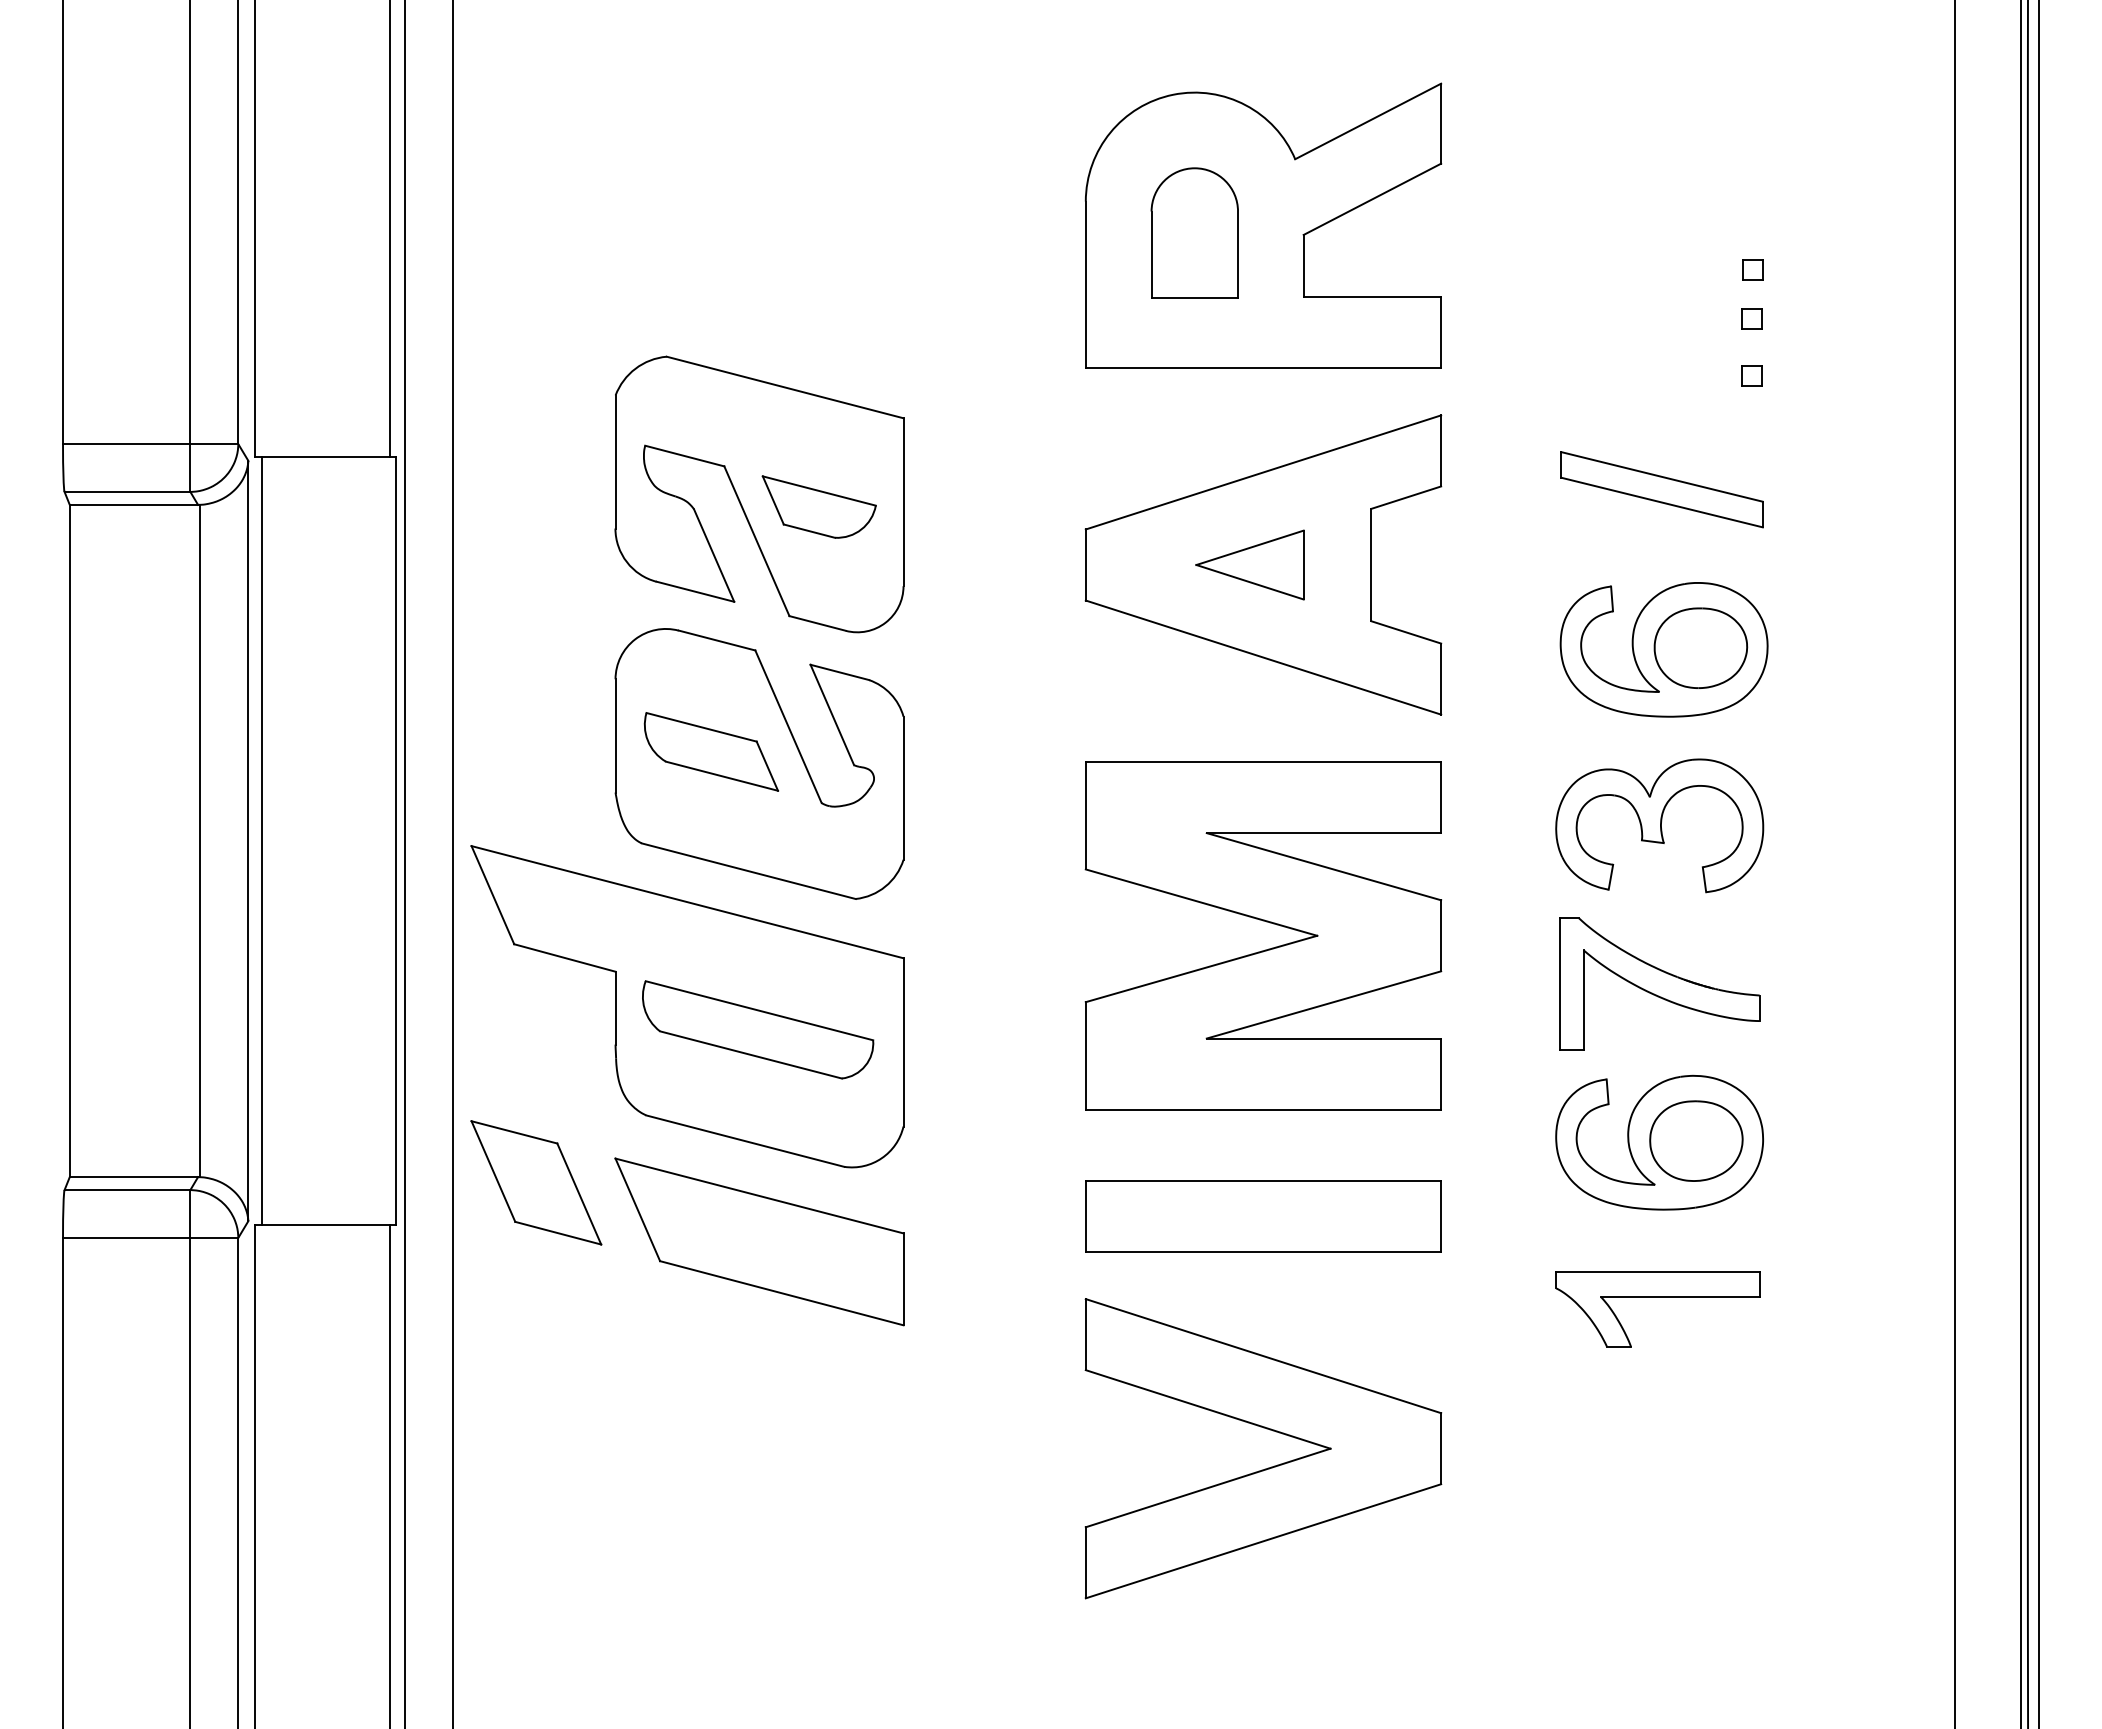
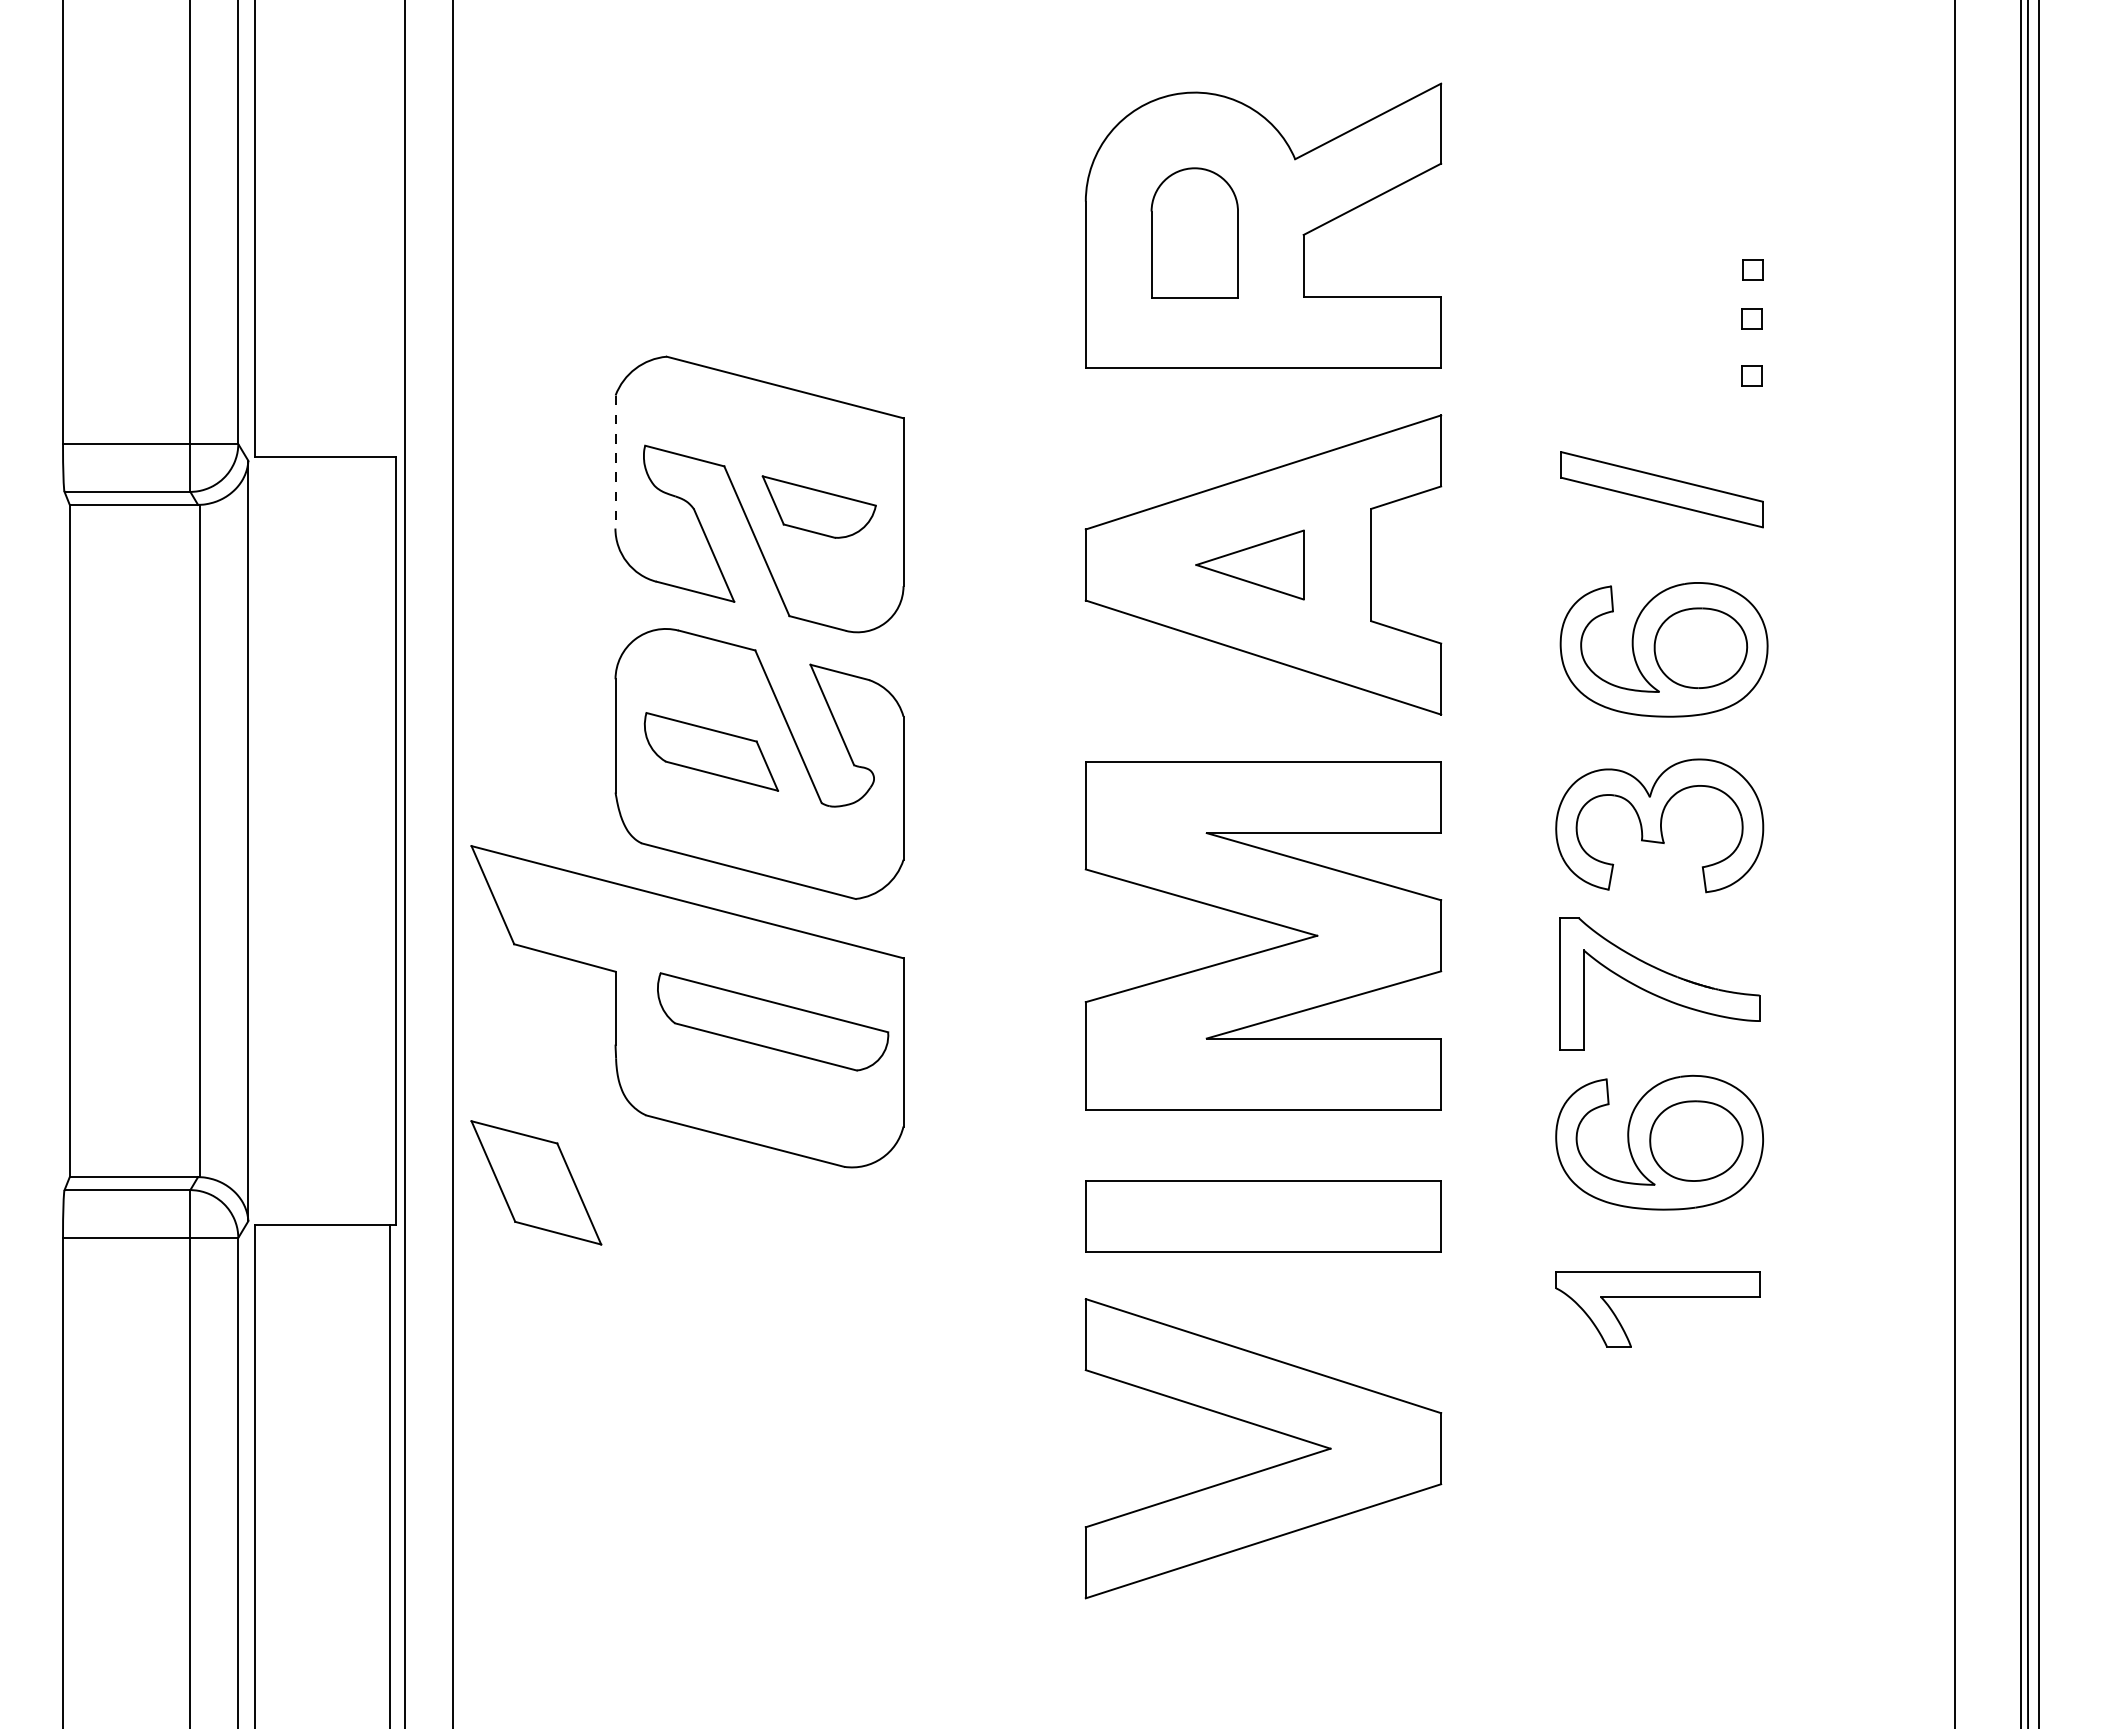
line at (389, 229): present -> none
line at (615, 462): solid -> dashed
line at (261, 840): present -> none
part at (758, 1029) position: (758, 1029) -> (773, 1021)
part at (759, 1241): present -> none
